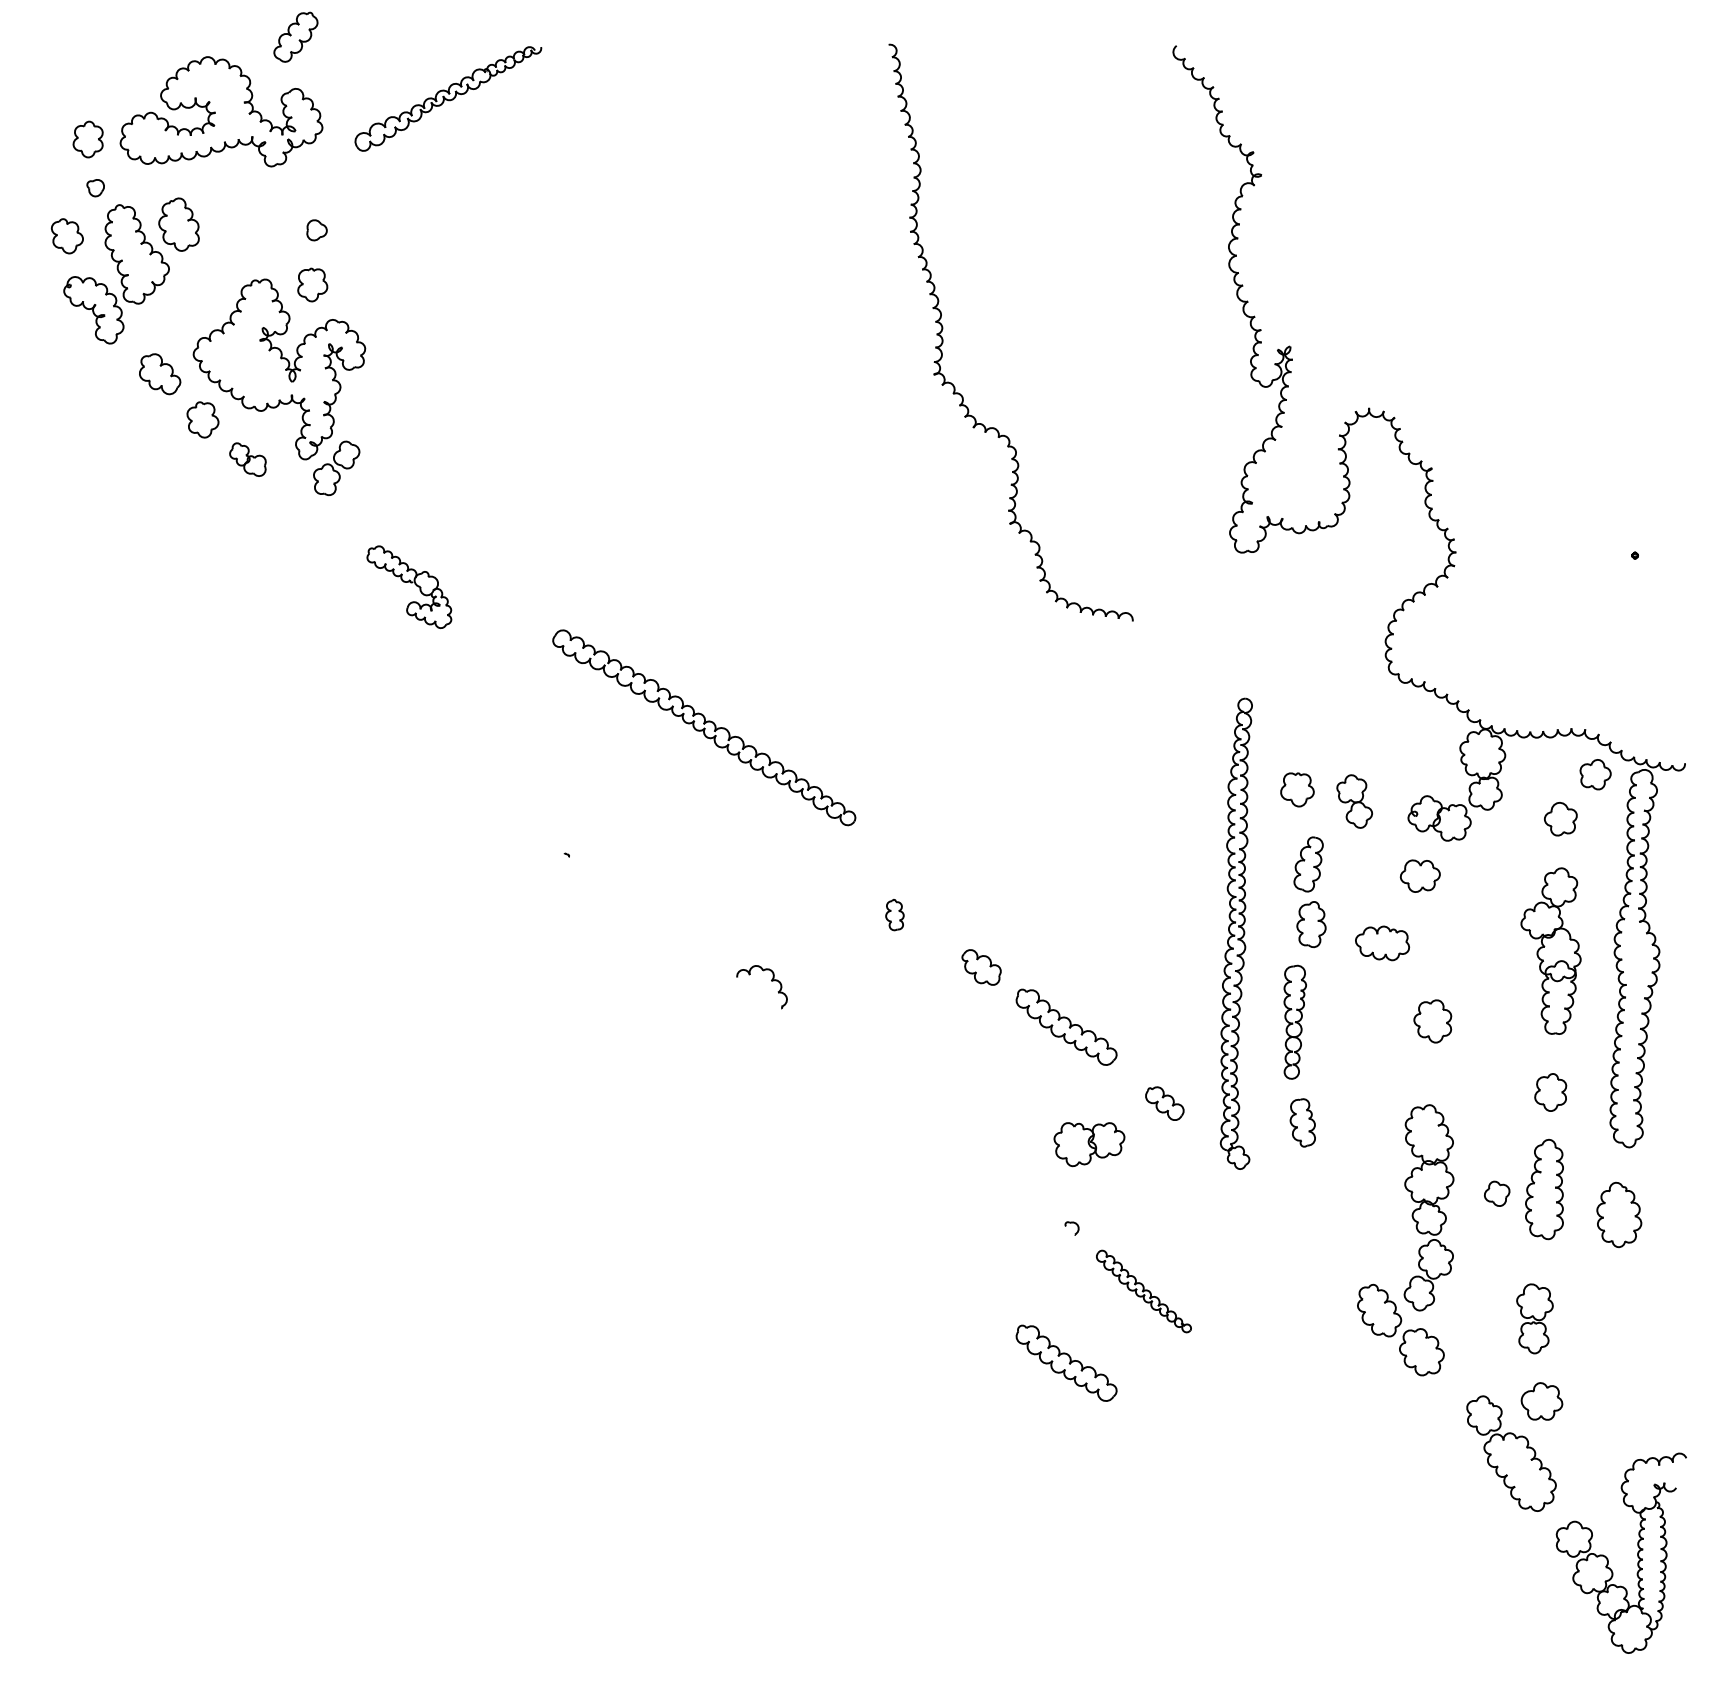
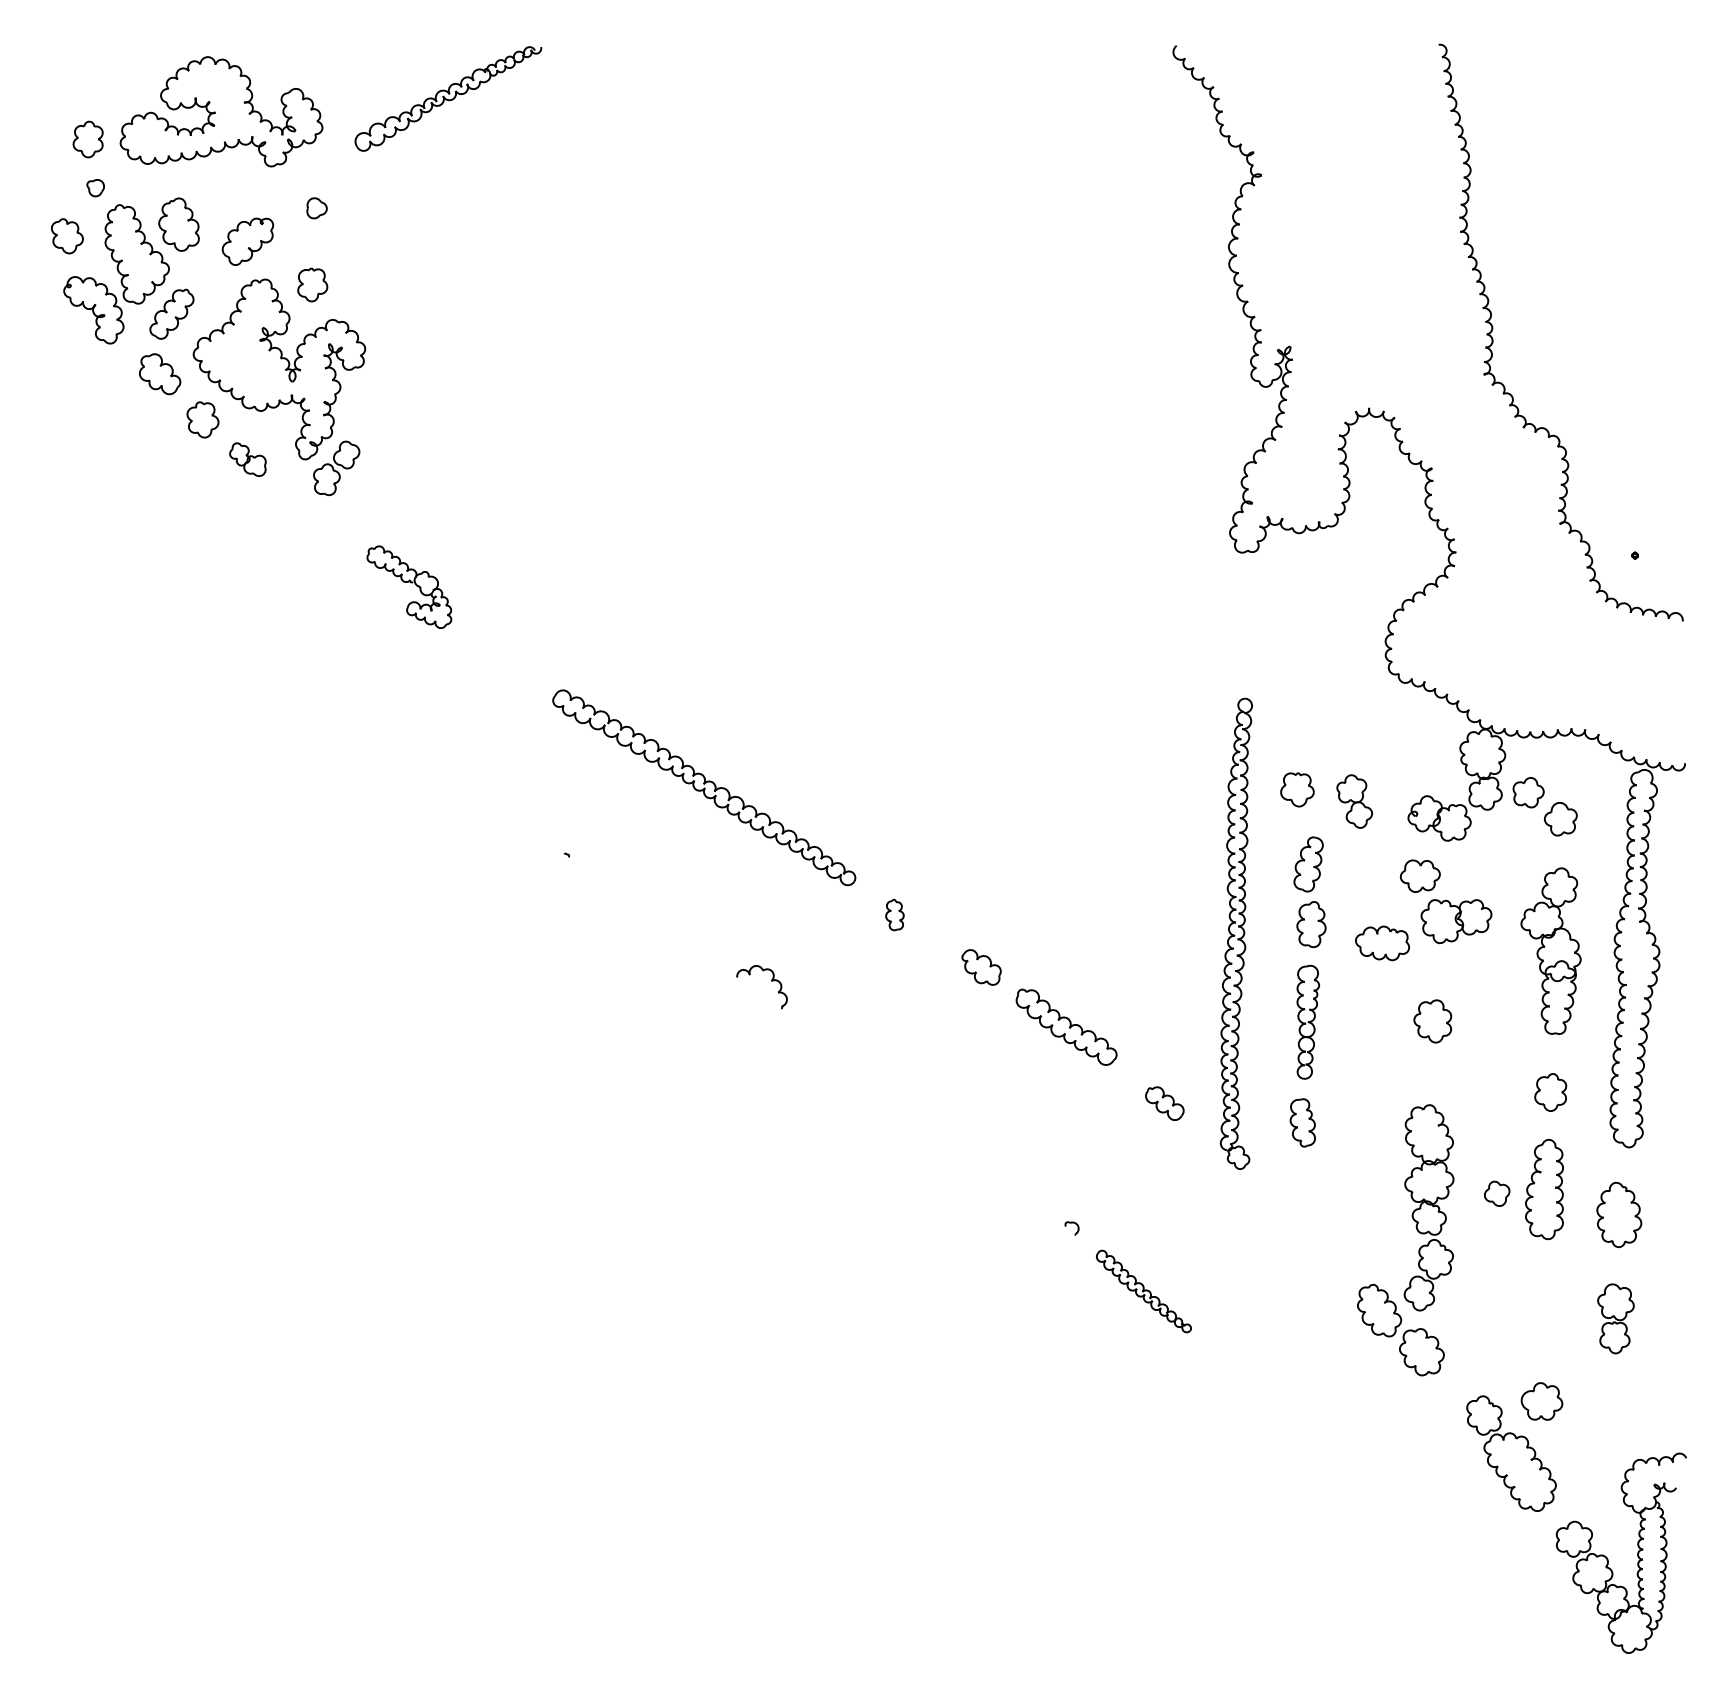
part at (295, 36) position: (295, 36) -> (171, 313)
part at (316, 230) position: (316, 230) -> (316, 208)
part at (247, 241): none -> present
part at (943, 329) position: (943, 329) -> (1493, 329)
part at (704, 727) position: (704, 727) -> (704, 787)
part at (1595, 774) position: (1595, 774) -> (1528, 792)
part at (1294, 1021) position: (1294, 1021) -> (1307, 1021)
part at (1089, 1144) position: (1089, 1144) -> (1456, 921)
part at (1534, 1318) position: (1534, 1318) -> (1615, 1318)
part at (1066, 1362): present -> none
